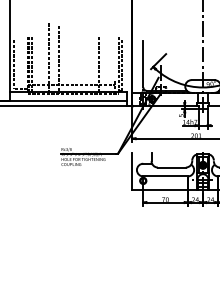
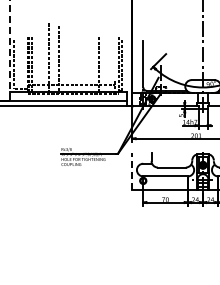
line at (9, 50): solid -> dashed
line at (132, 170): solid -> dashed
